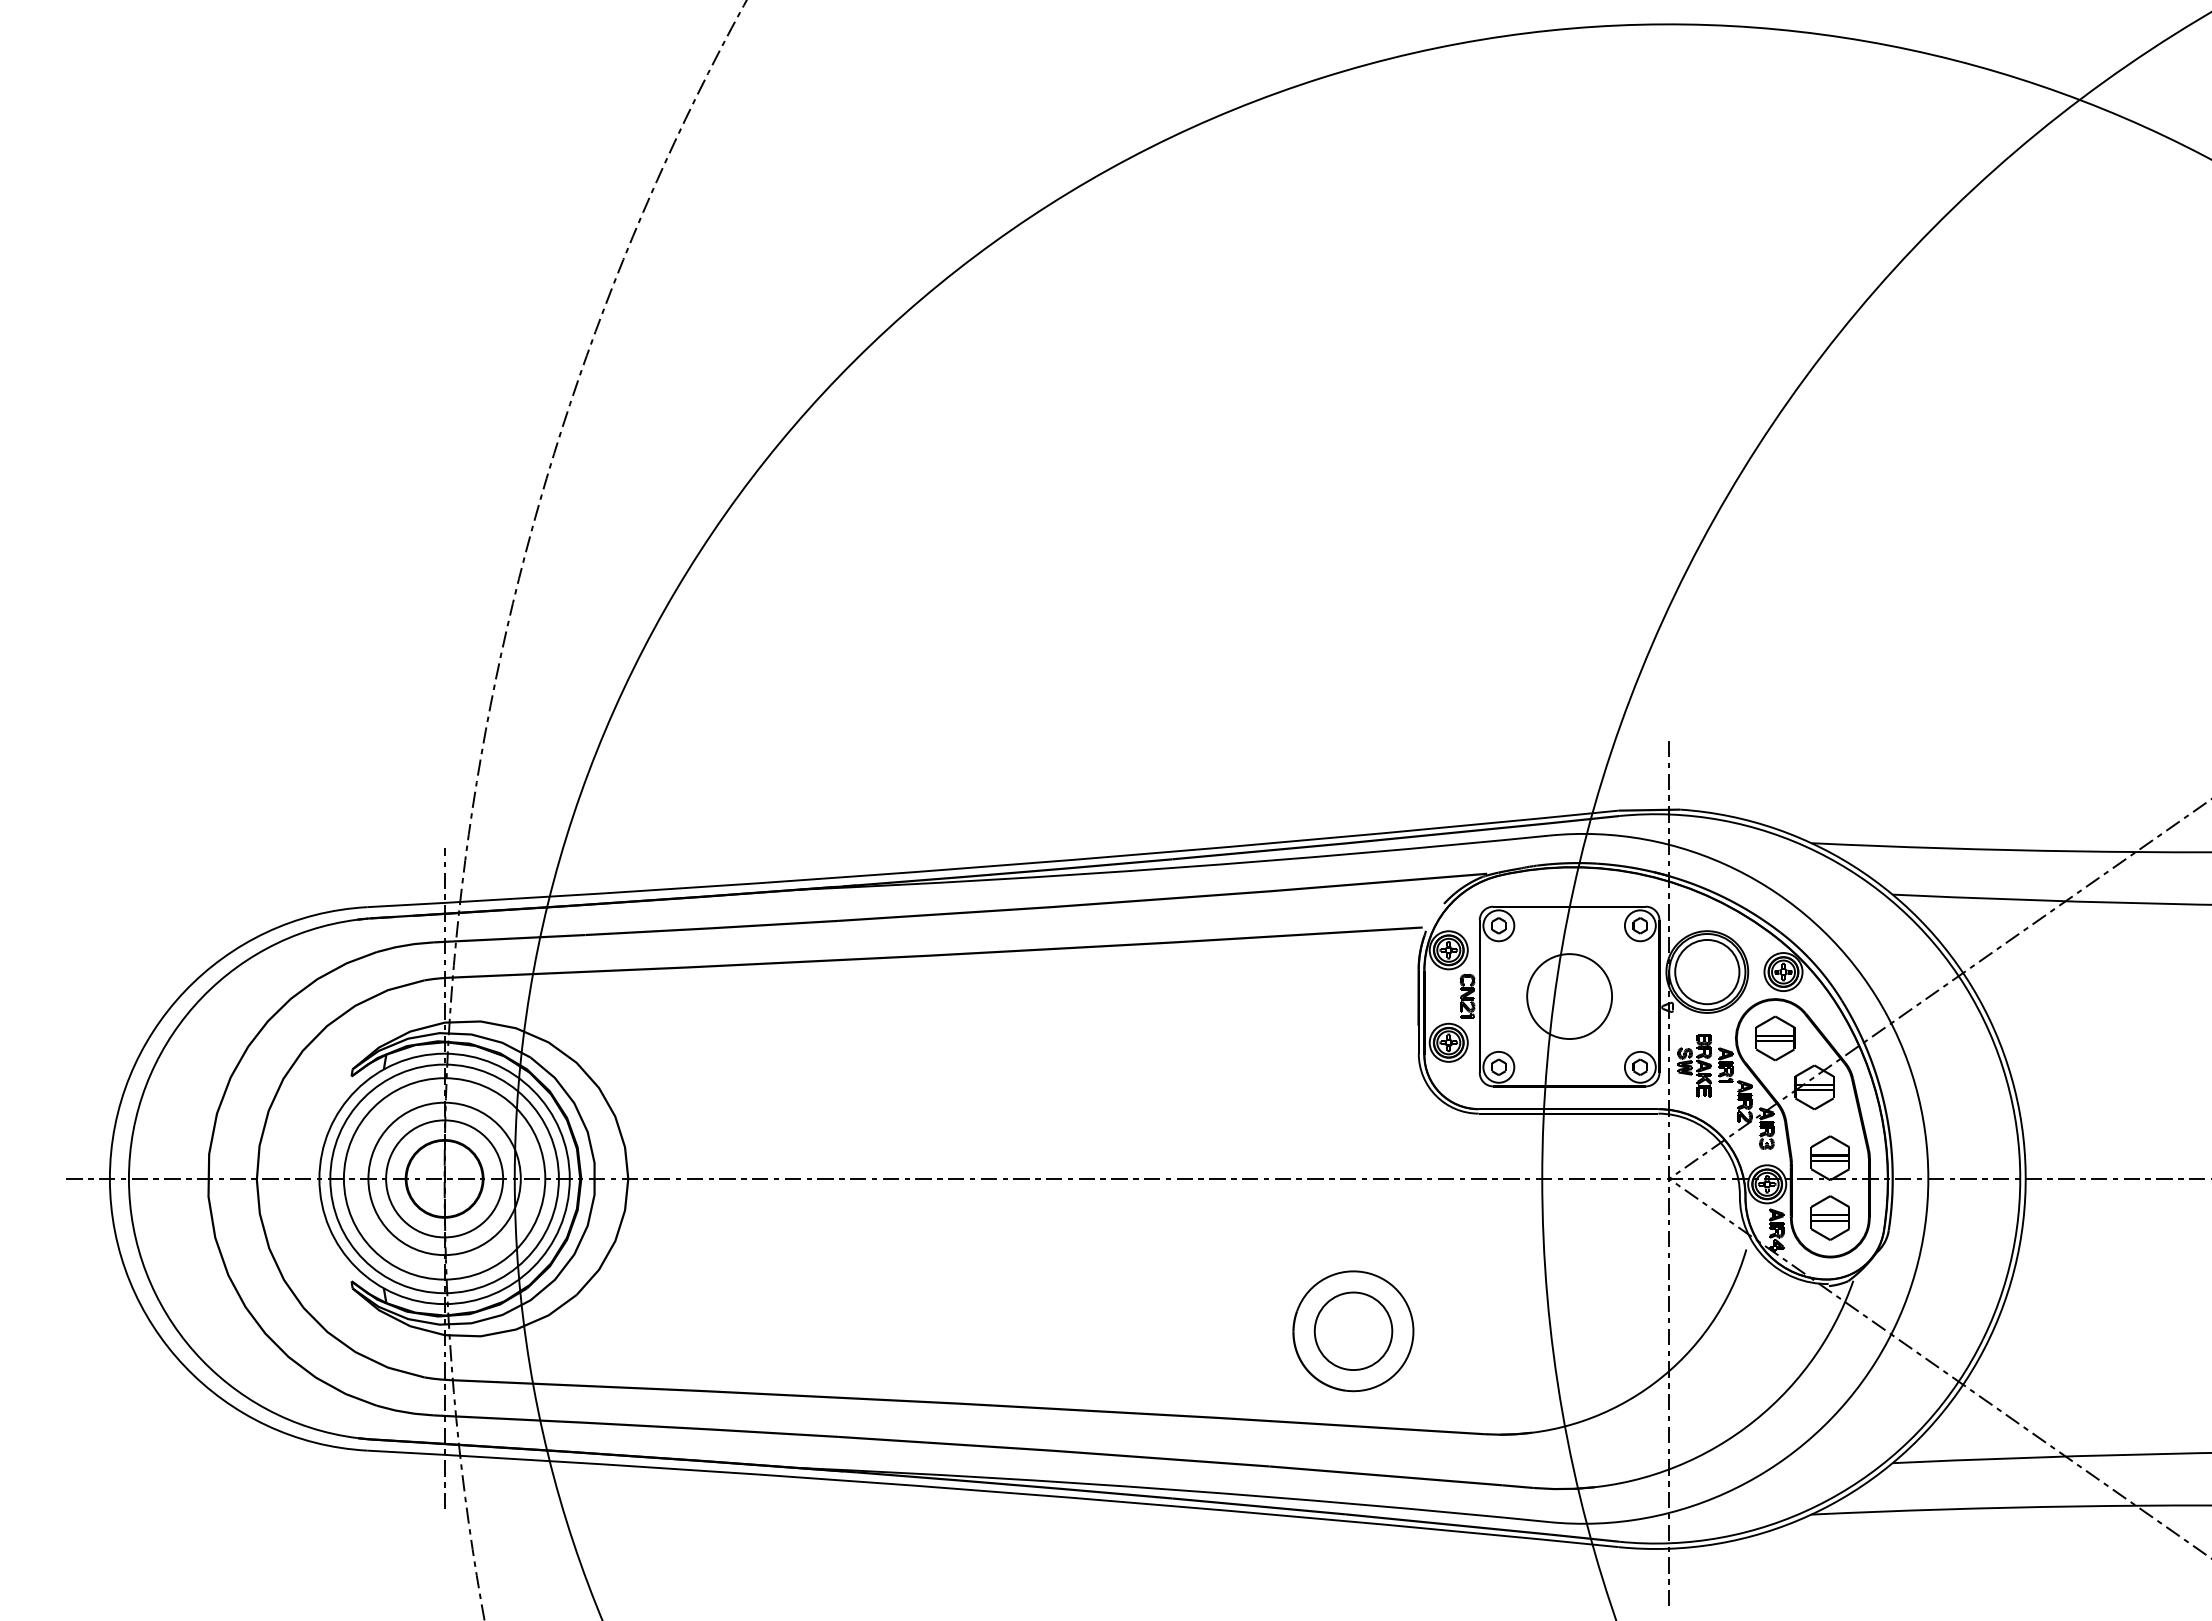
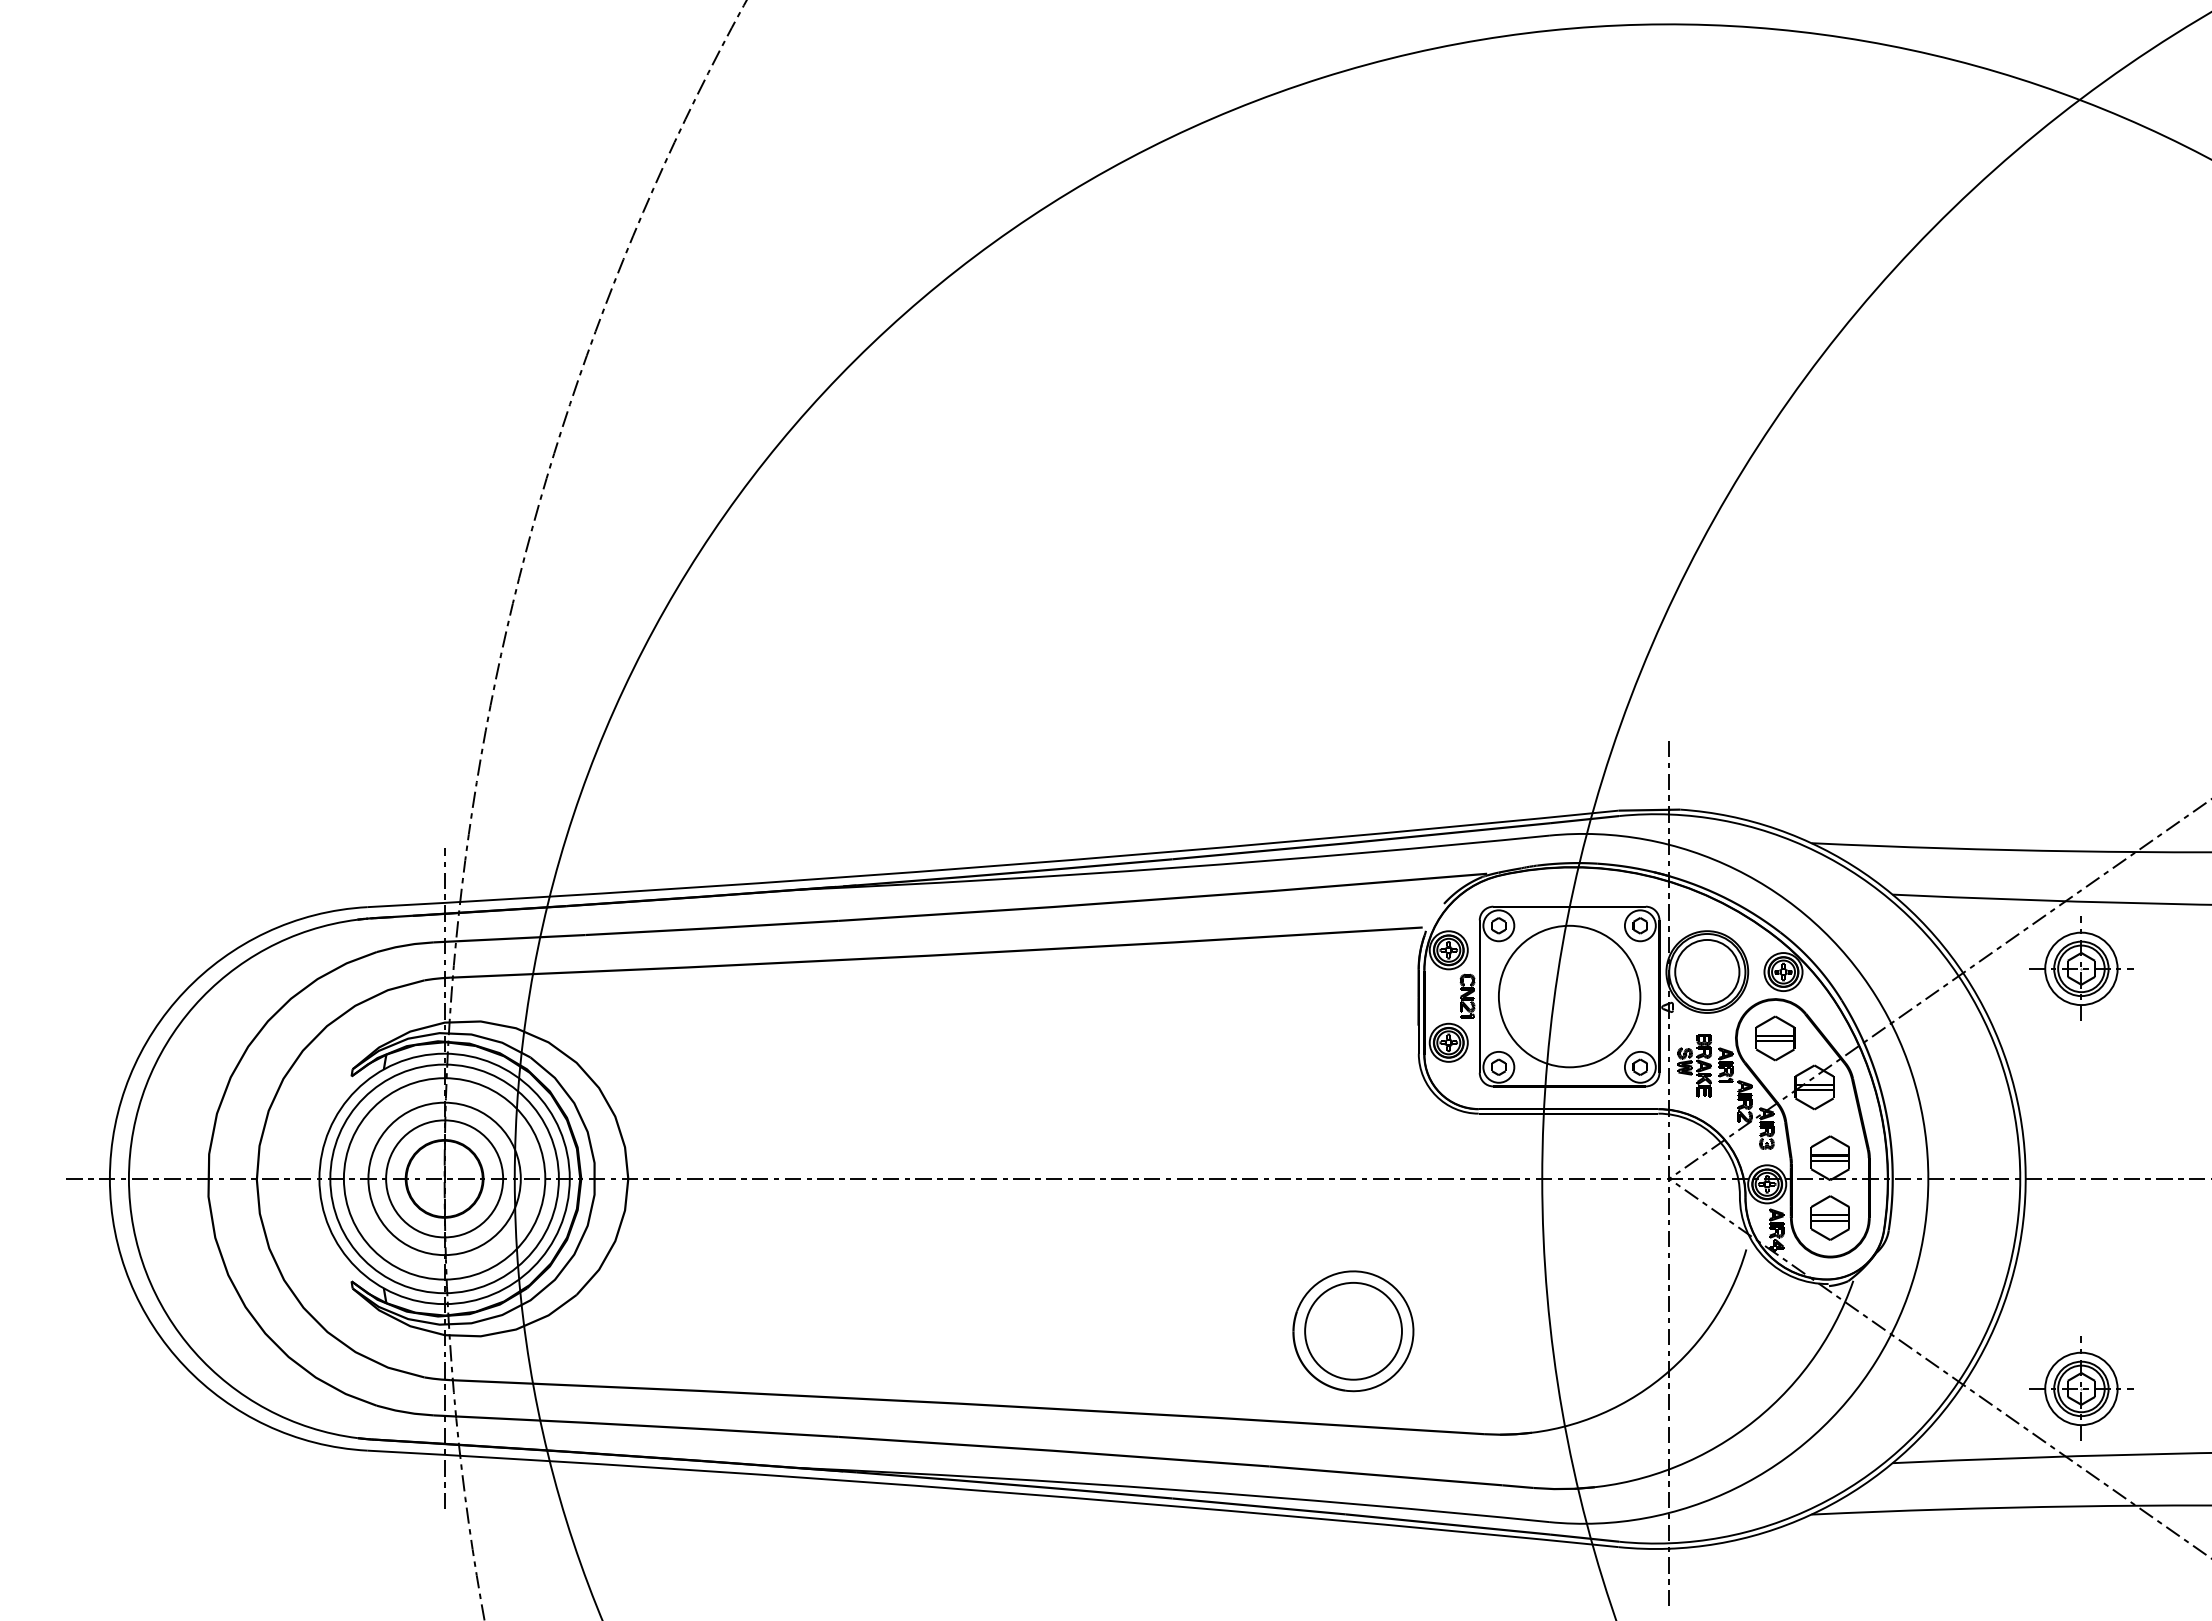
part at (2081, 968): none -> present
circle at (1569, 996) diameter: 85 px -> 142 px
circle at (1353, 1331) diameter: 78 px -> 97 px
part at (2081, 1388): none -> present
